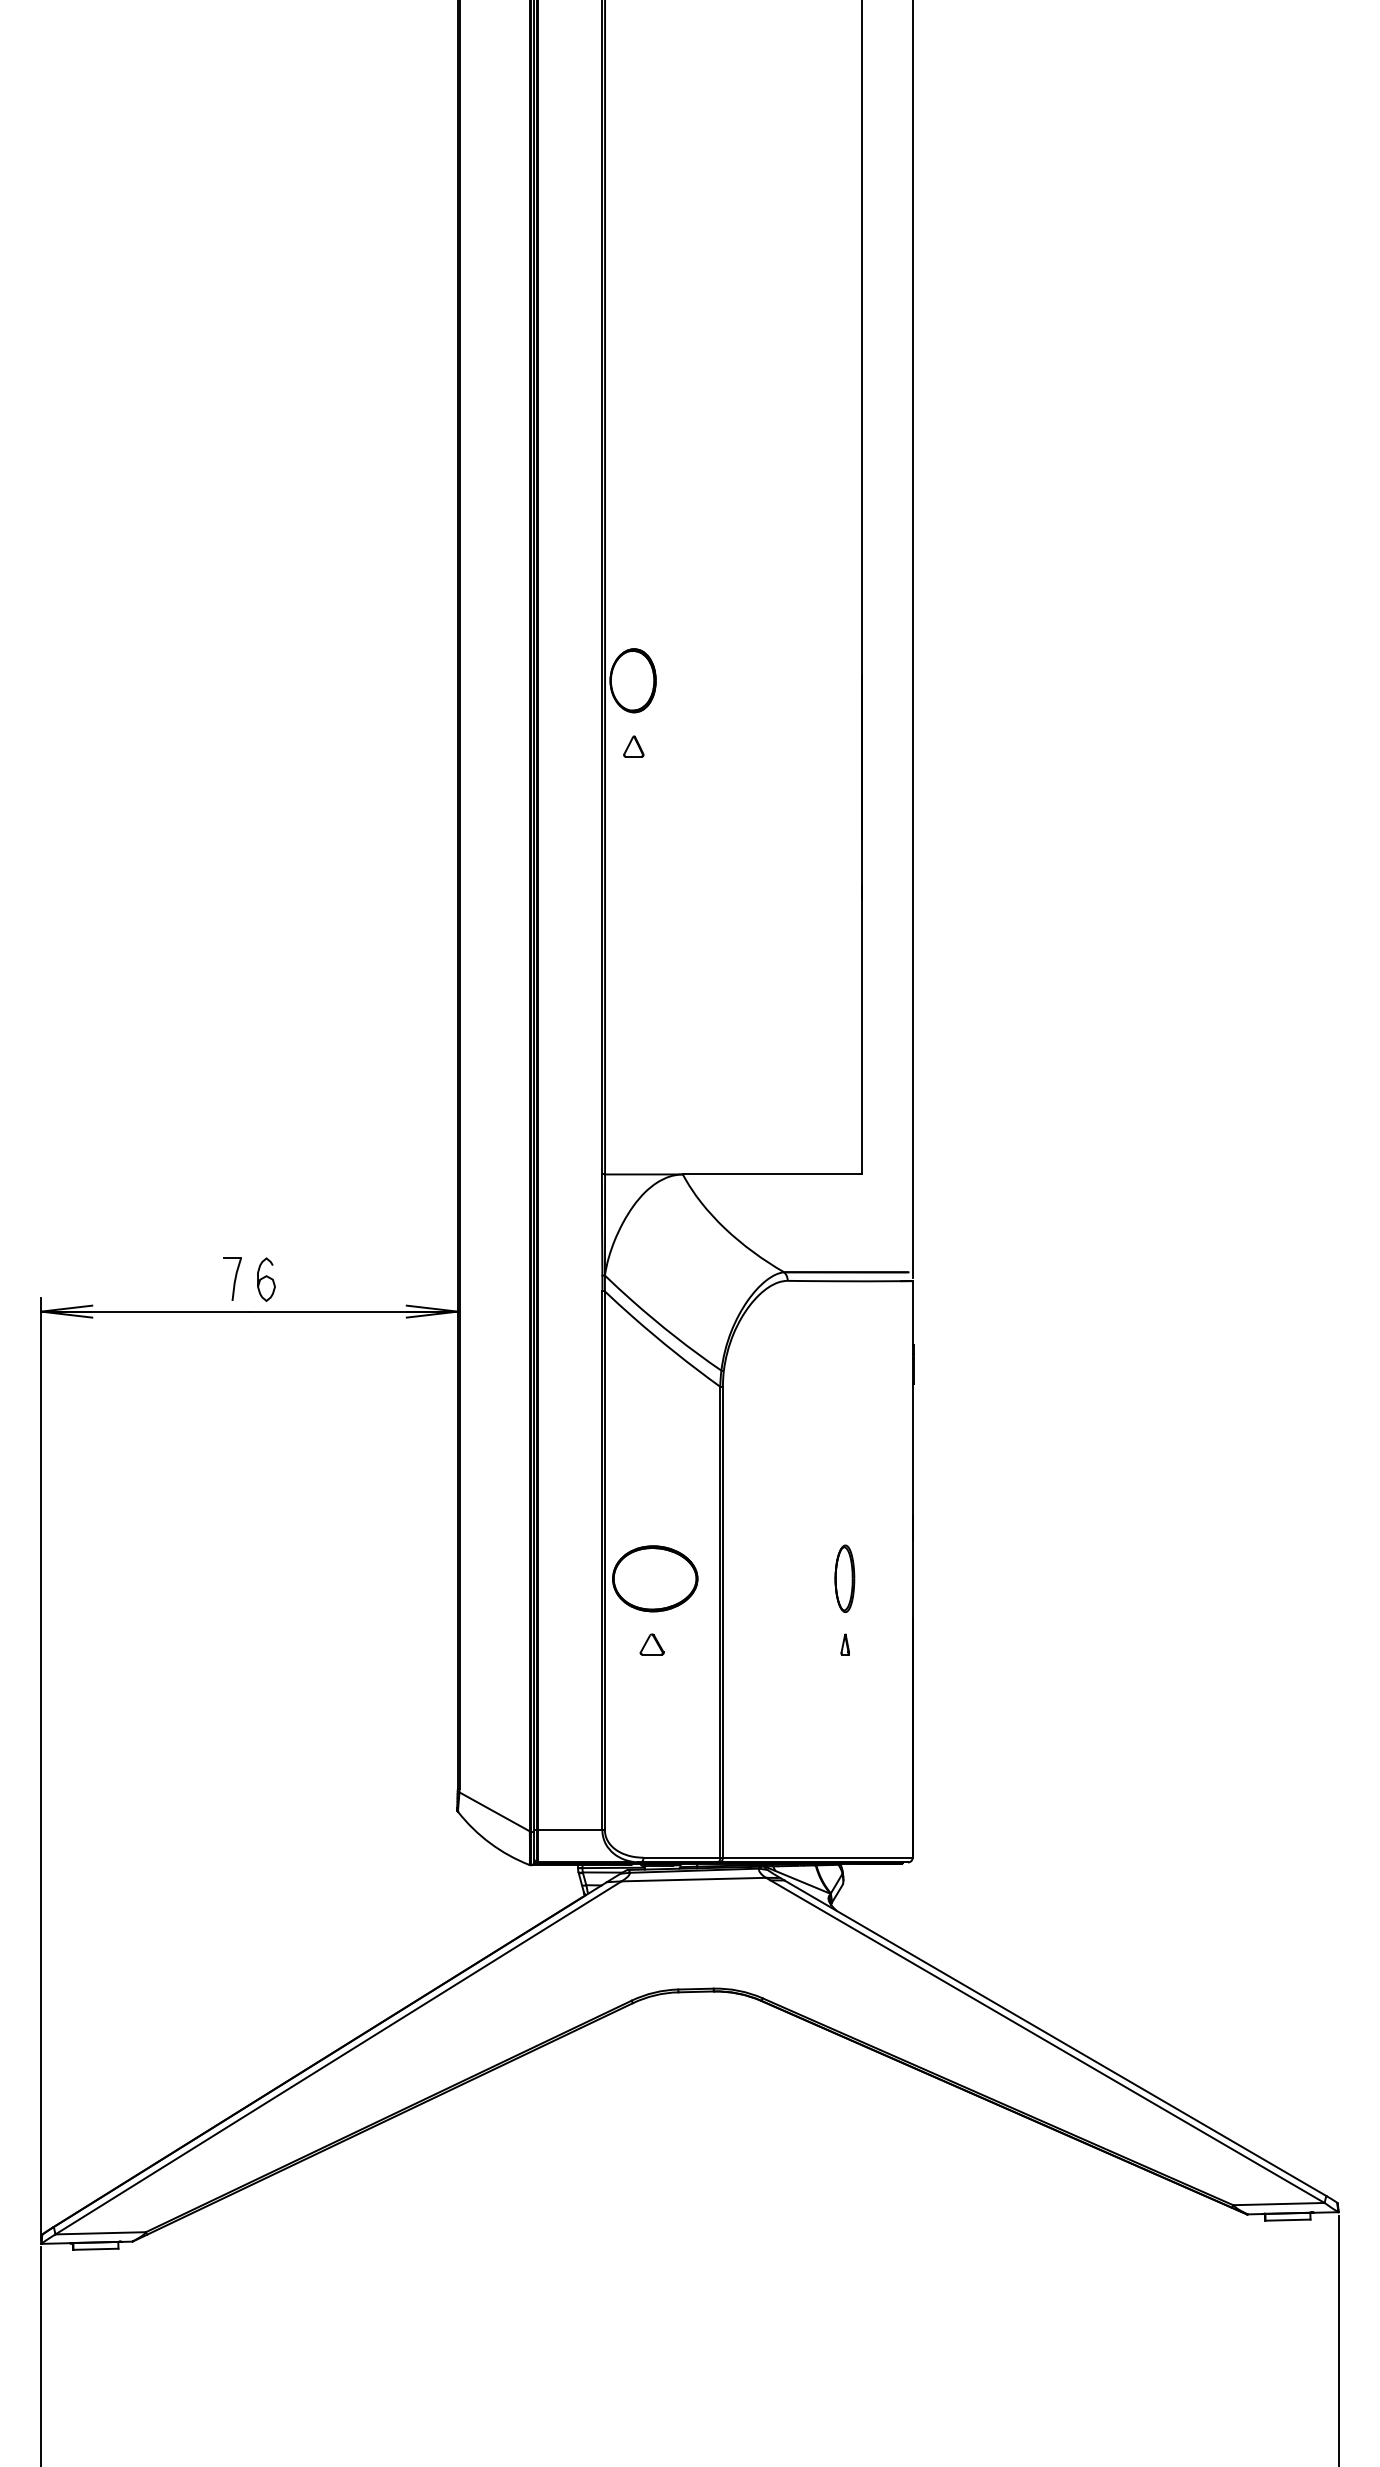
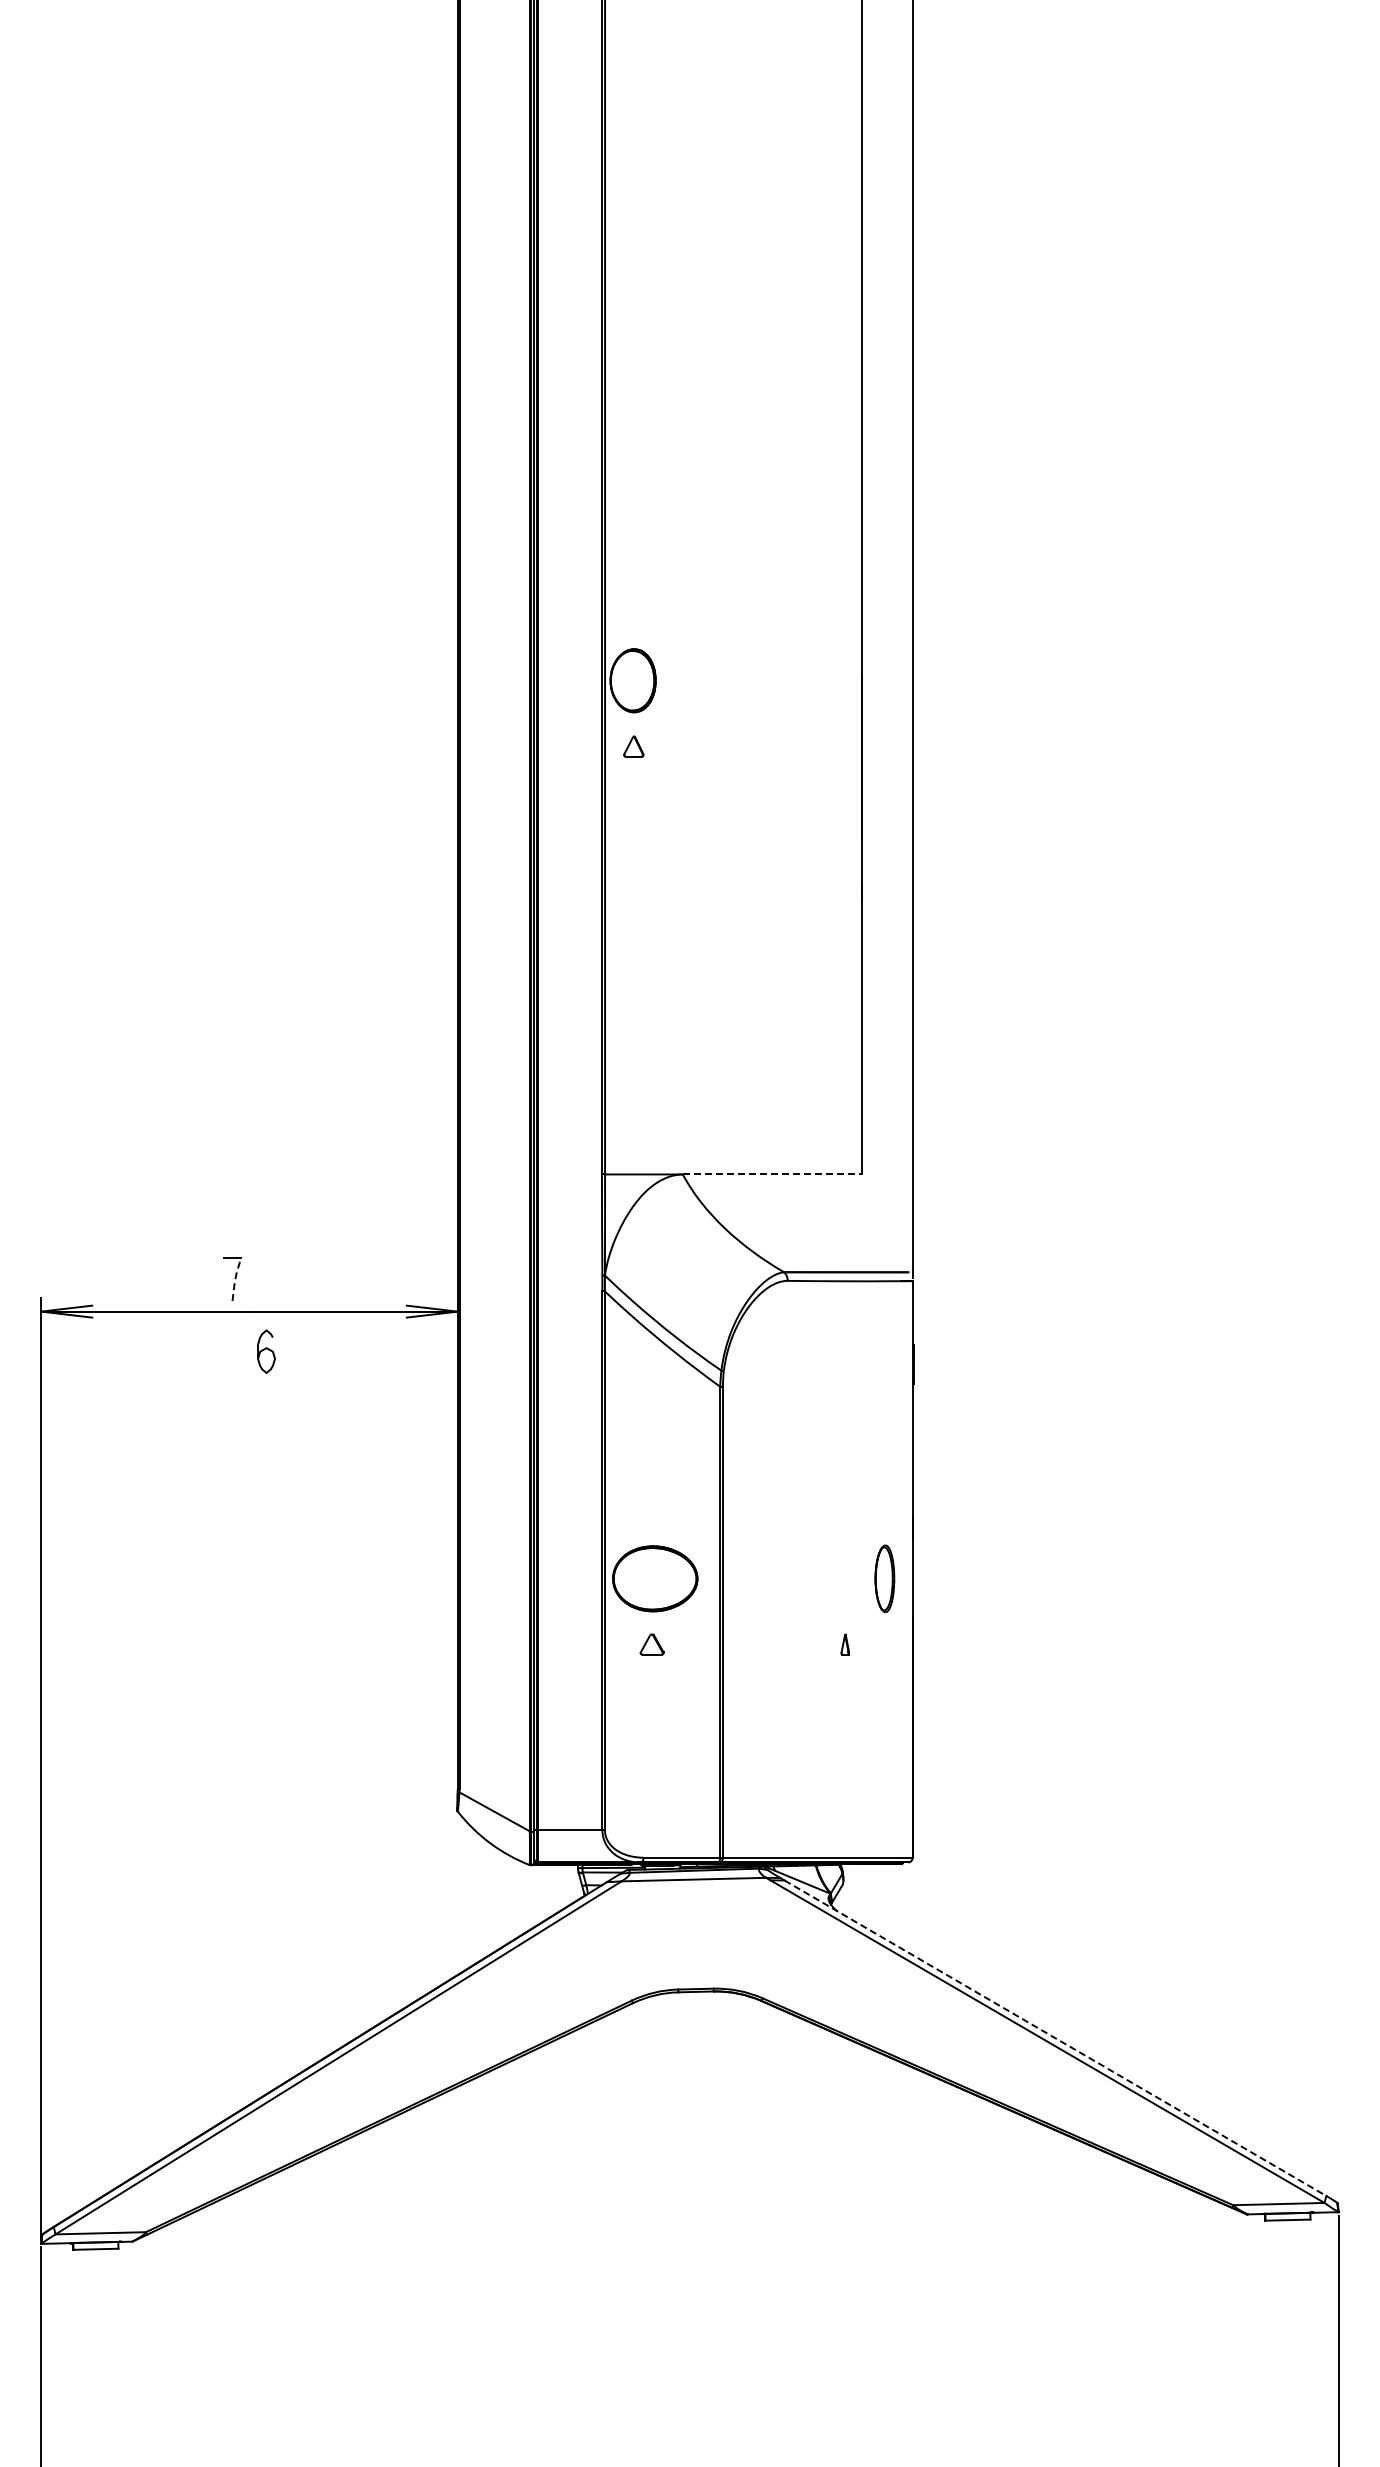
line at (771, 1174): solid -> dashed
curve at (266, 1277) position: (266, 1277) -> (266, 1349)
line at (235, 1279): solid -> dashed
part at (844, 1578) position: (844, 1578) -> (884, 1578)
line at (1055, 2038): solid -> dashed
